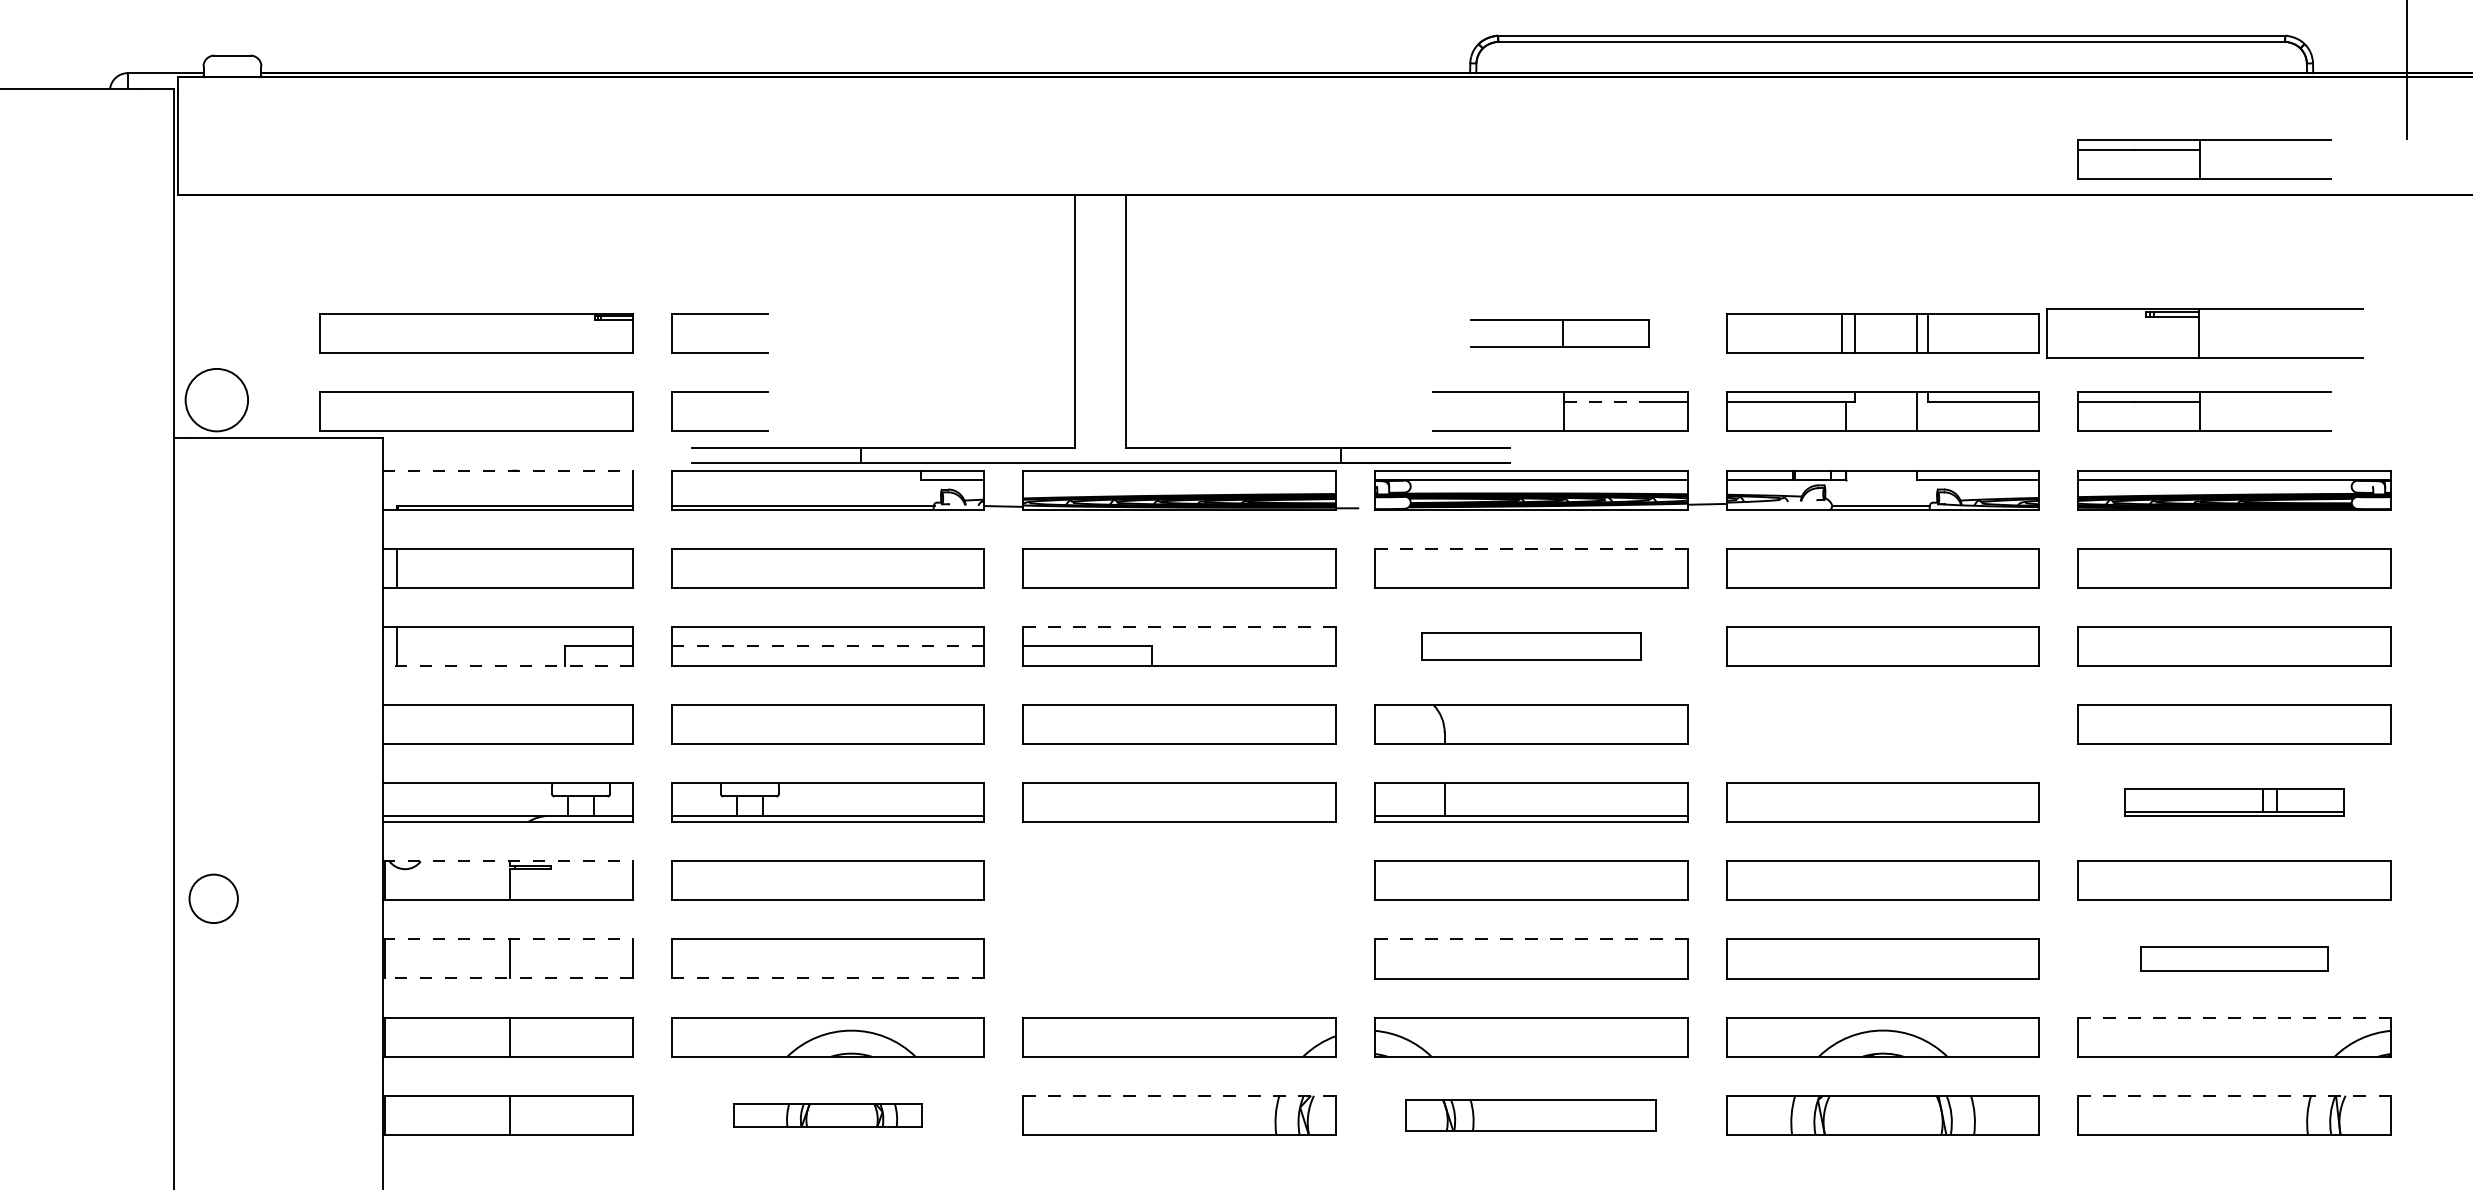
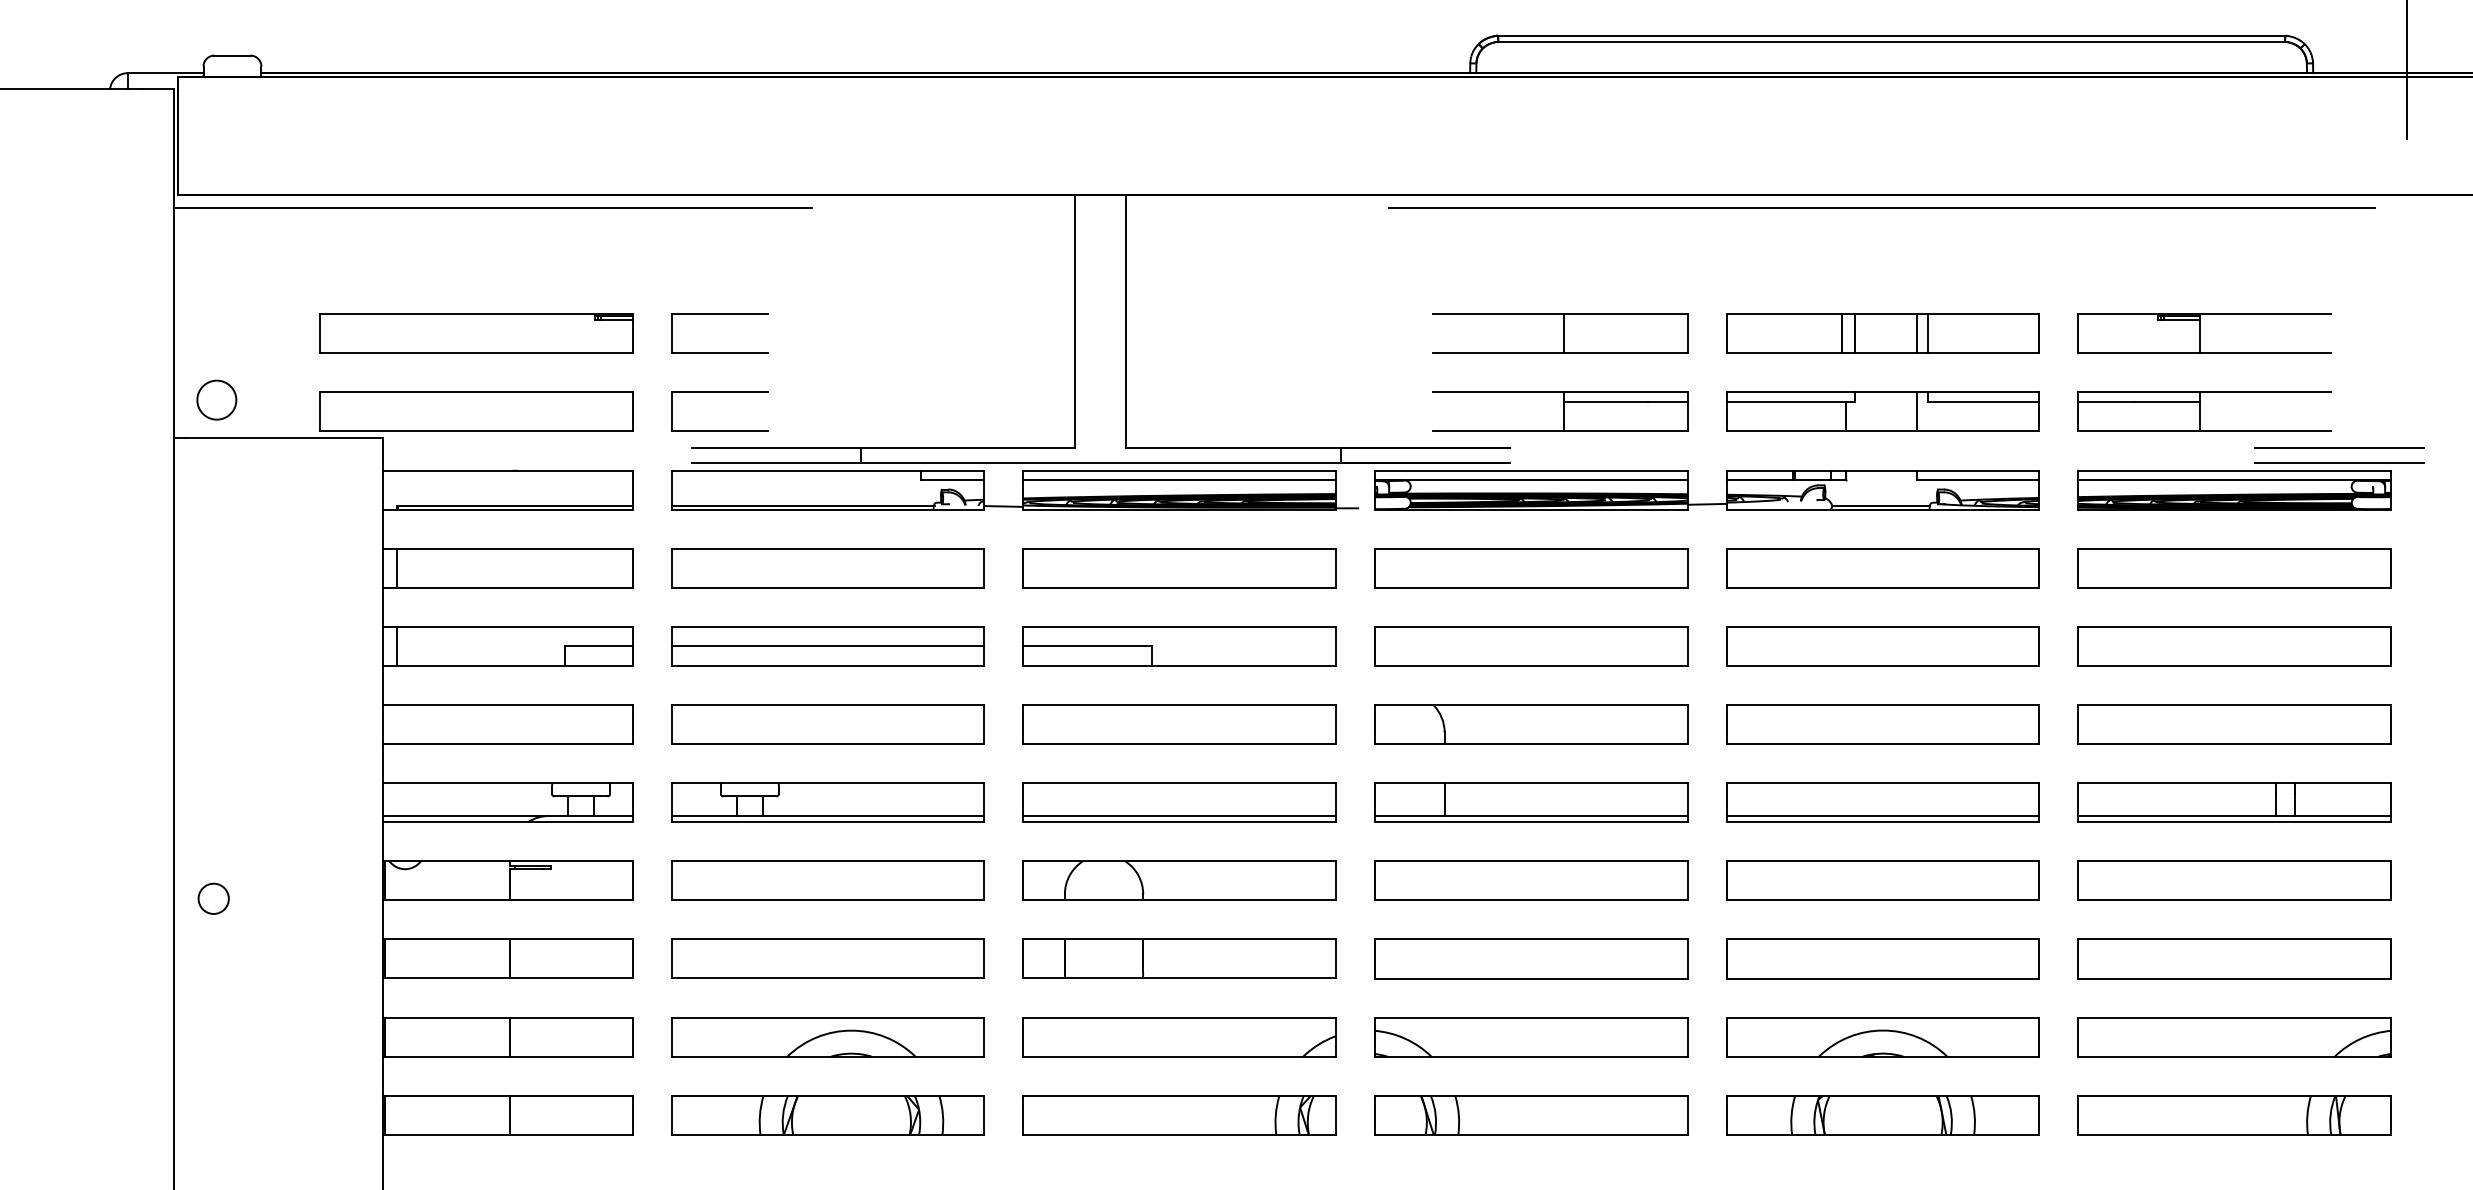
part at (2204, 159): present -> none
line at (492, 207): none -> present
line at (1882, 207): none -> present
part at (1559, 333) size: 180x29 px -> 257x41 px
part at (2204, 333) size: 318x51 px -> 255x41 px
circle at (216, 399) diameter: 62 px -> 39 px
line at (1605, 401): dashed -> solid
line at (2338, 448): none -> present
line at (2338, 462): none -> present
line at (507, 470): dashed -> solid
line at (1179, 480): none -> present
line at (1531, 548): dashed -> solid
line at (1180, 626): dashed -> solid
line at (827, 645): dashed -> solid
part at (1531, 646) size: 221x29 px -> 315x41 px
line at (507, 665): dashed -> solid
part at (1882, 724): none -> present
part at (2234, 802) size: 221x29 px -> 315x41 px
line at (1179, 816): none -> present
line at (1882, 816): none -> present
line at (507, 861): dashed -> solid
part at (1179, 880): none -> present
circle at (213, 898) diameter: 48 px -> 30 px
line at (507, 939): dashed -> solid
line at (1531, 939): dashed -> solid
part at (1179, 958): none -> present
part at (2234, 958) size: 189x26 px -> 315x42 px
line at (507, 978): dashed -> solid
line at (827, 978): dashed -> solid
line at (2235, 1017): dashed -> solid
line at (1180, 1095): dashed -> solid
line at (2235, 1095): dashed -> solid
part at (827, 1115) size: 190x25 px -> 314x41 px
part at (1530, 1115) size: 252x33 px -> 315x41 px
